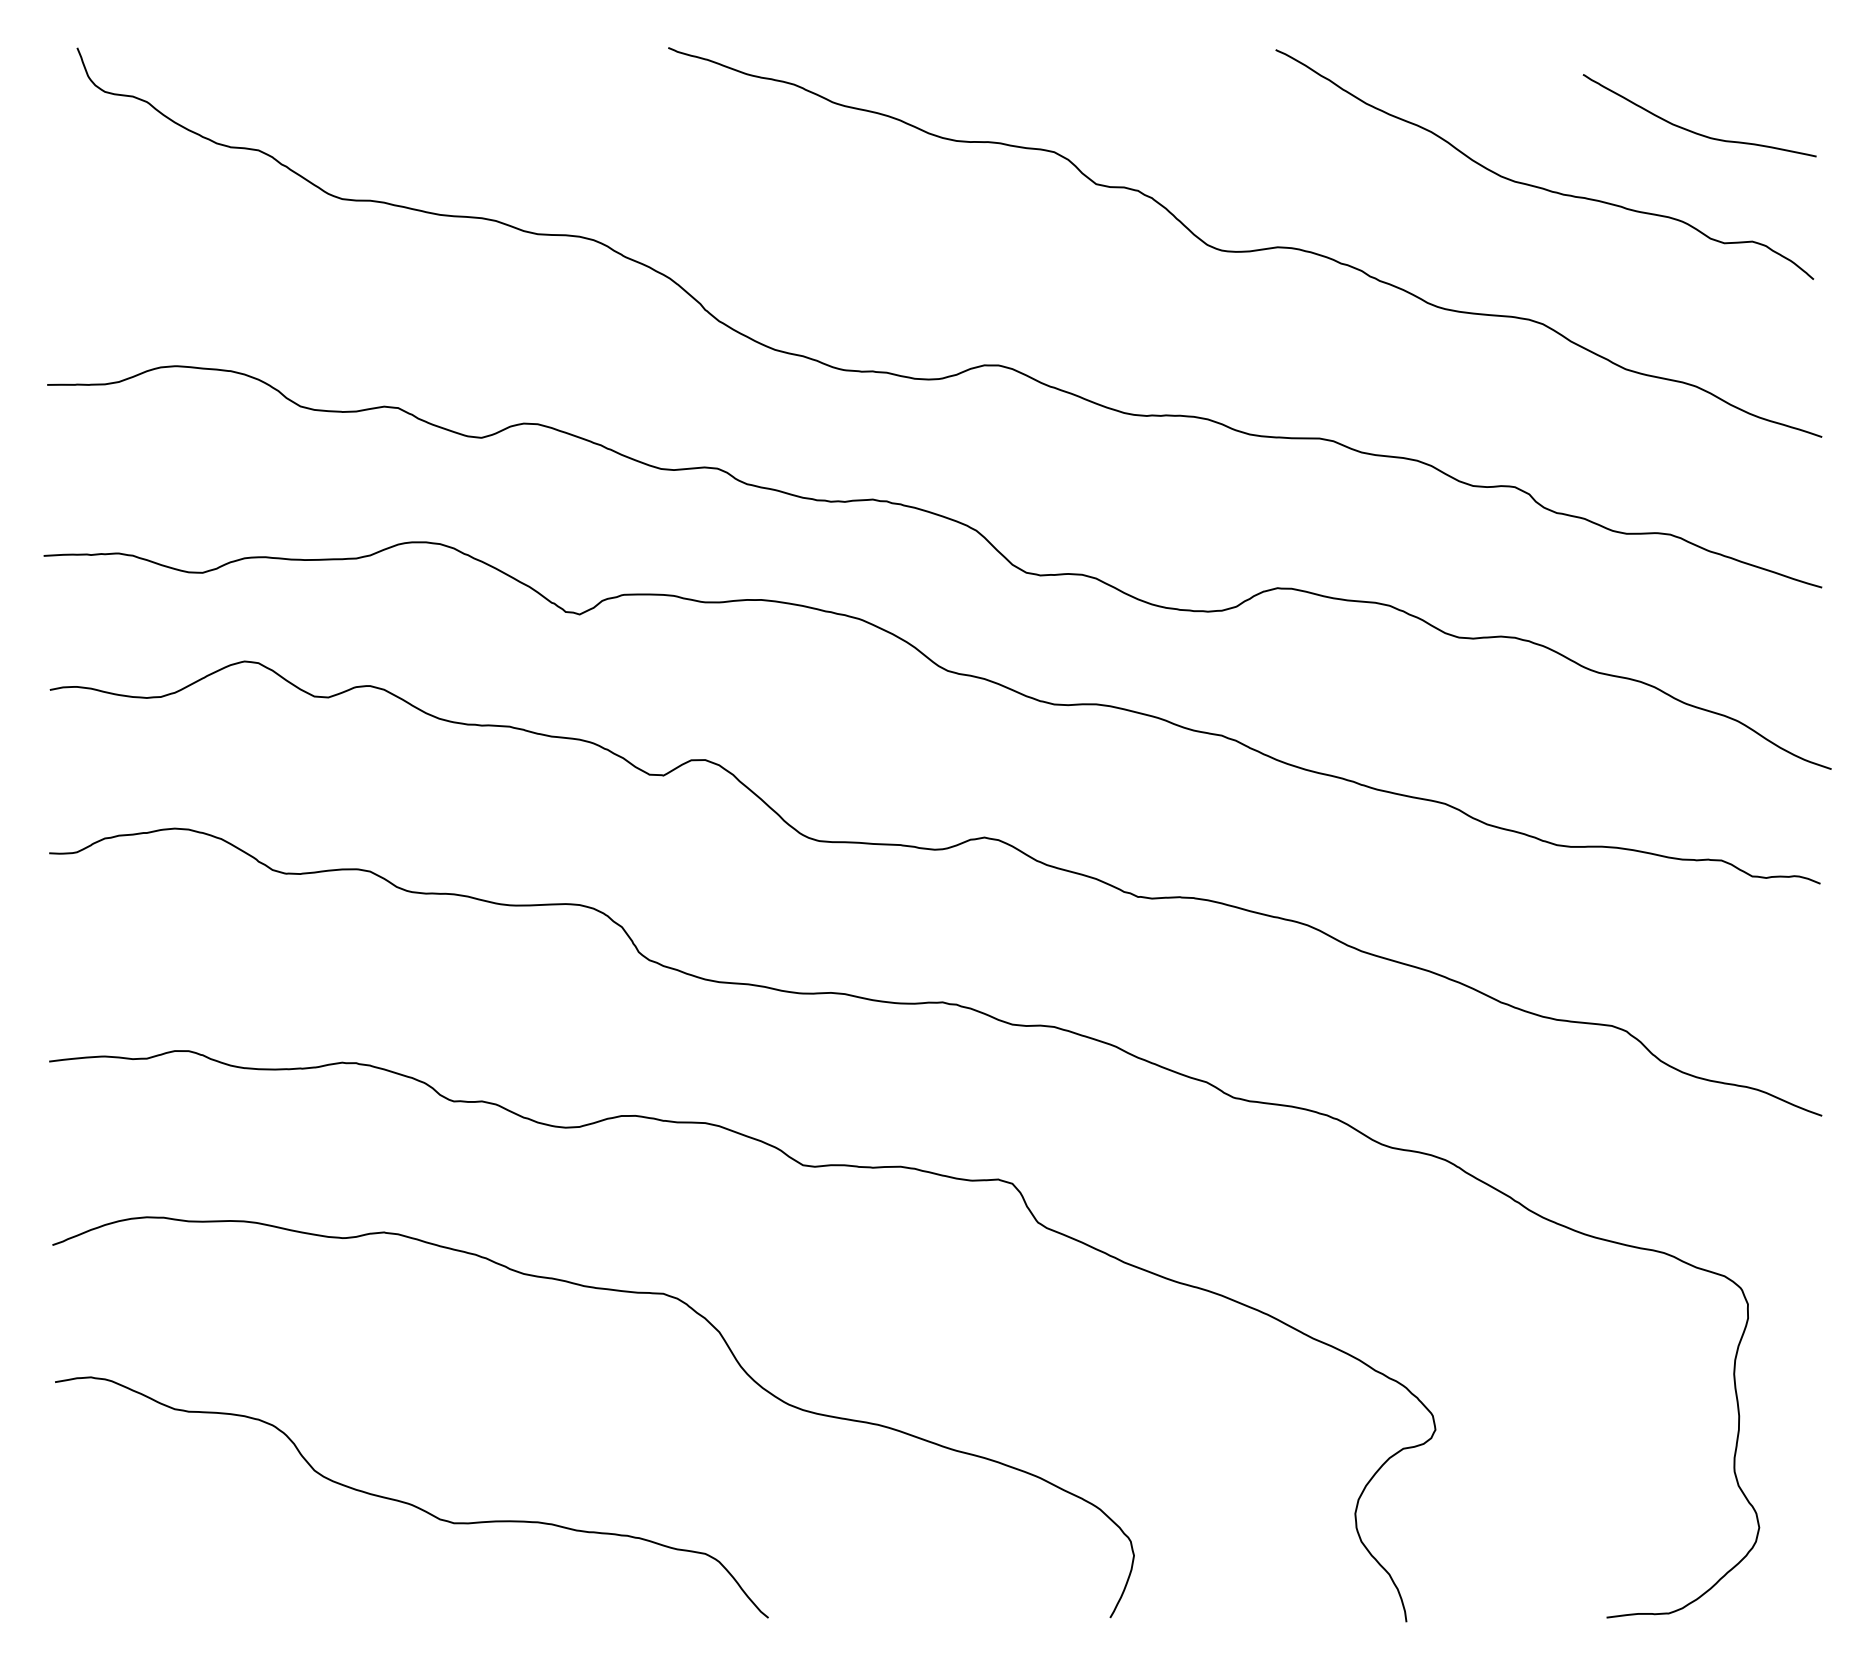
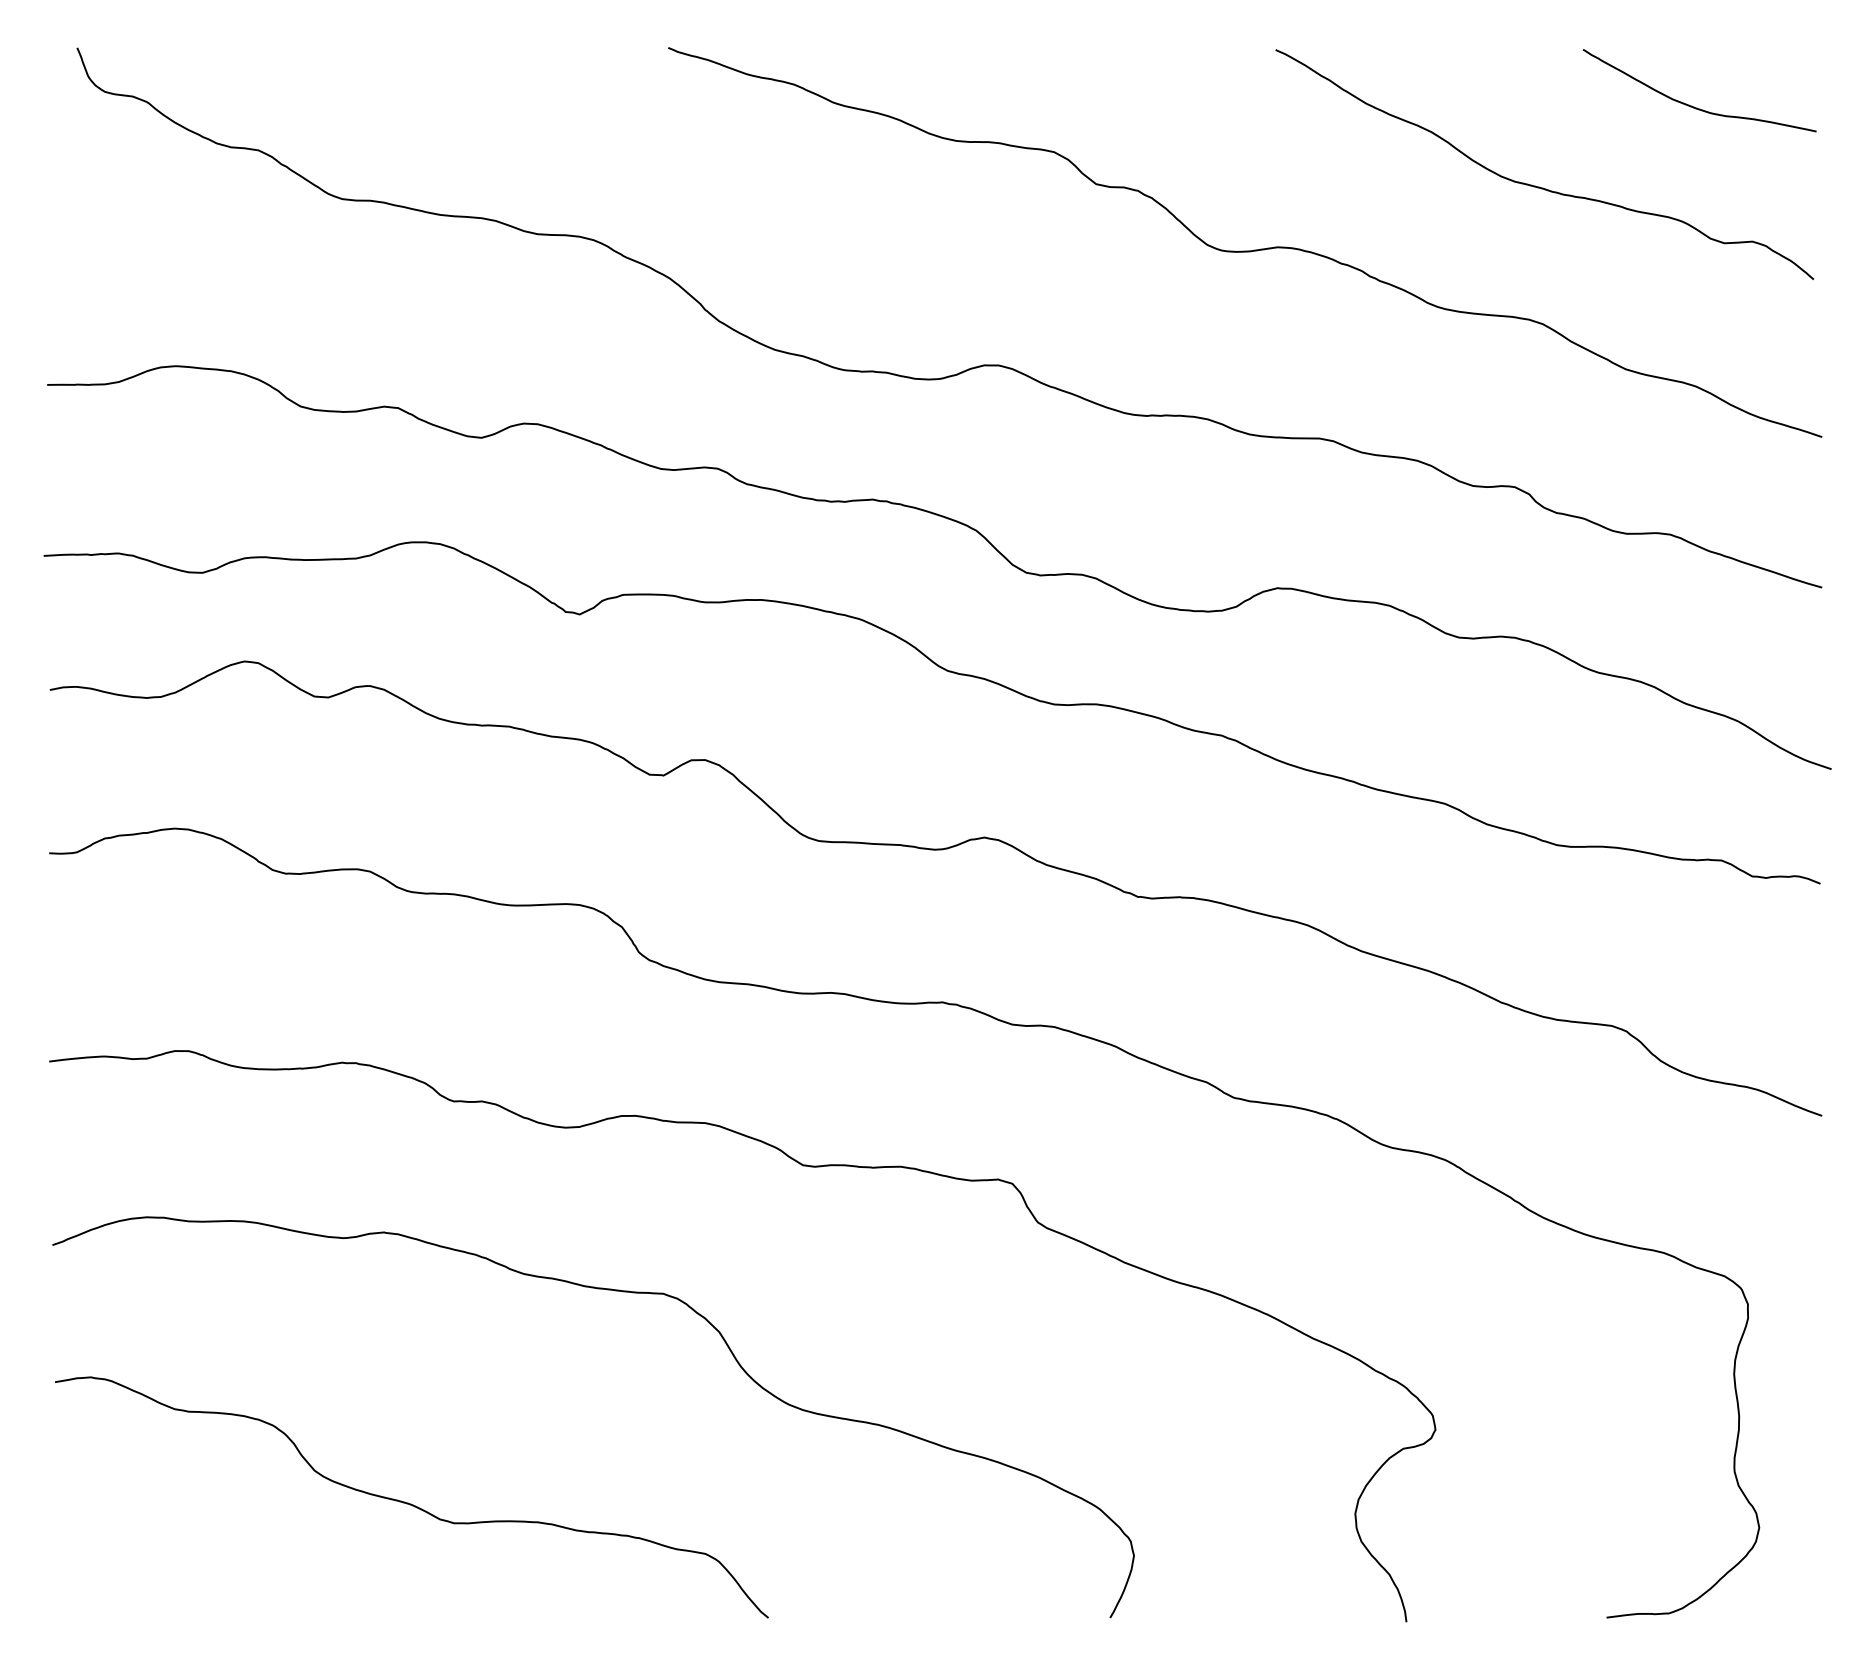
curve at (1694, 131) position: (1694, 131) -> (1694, 106)
